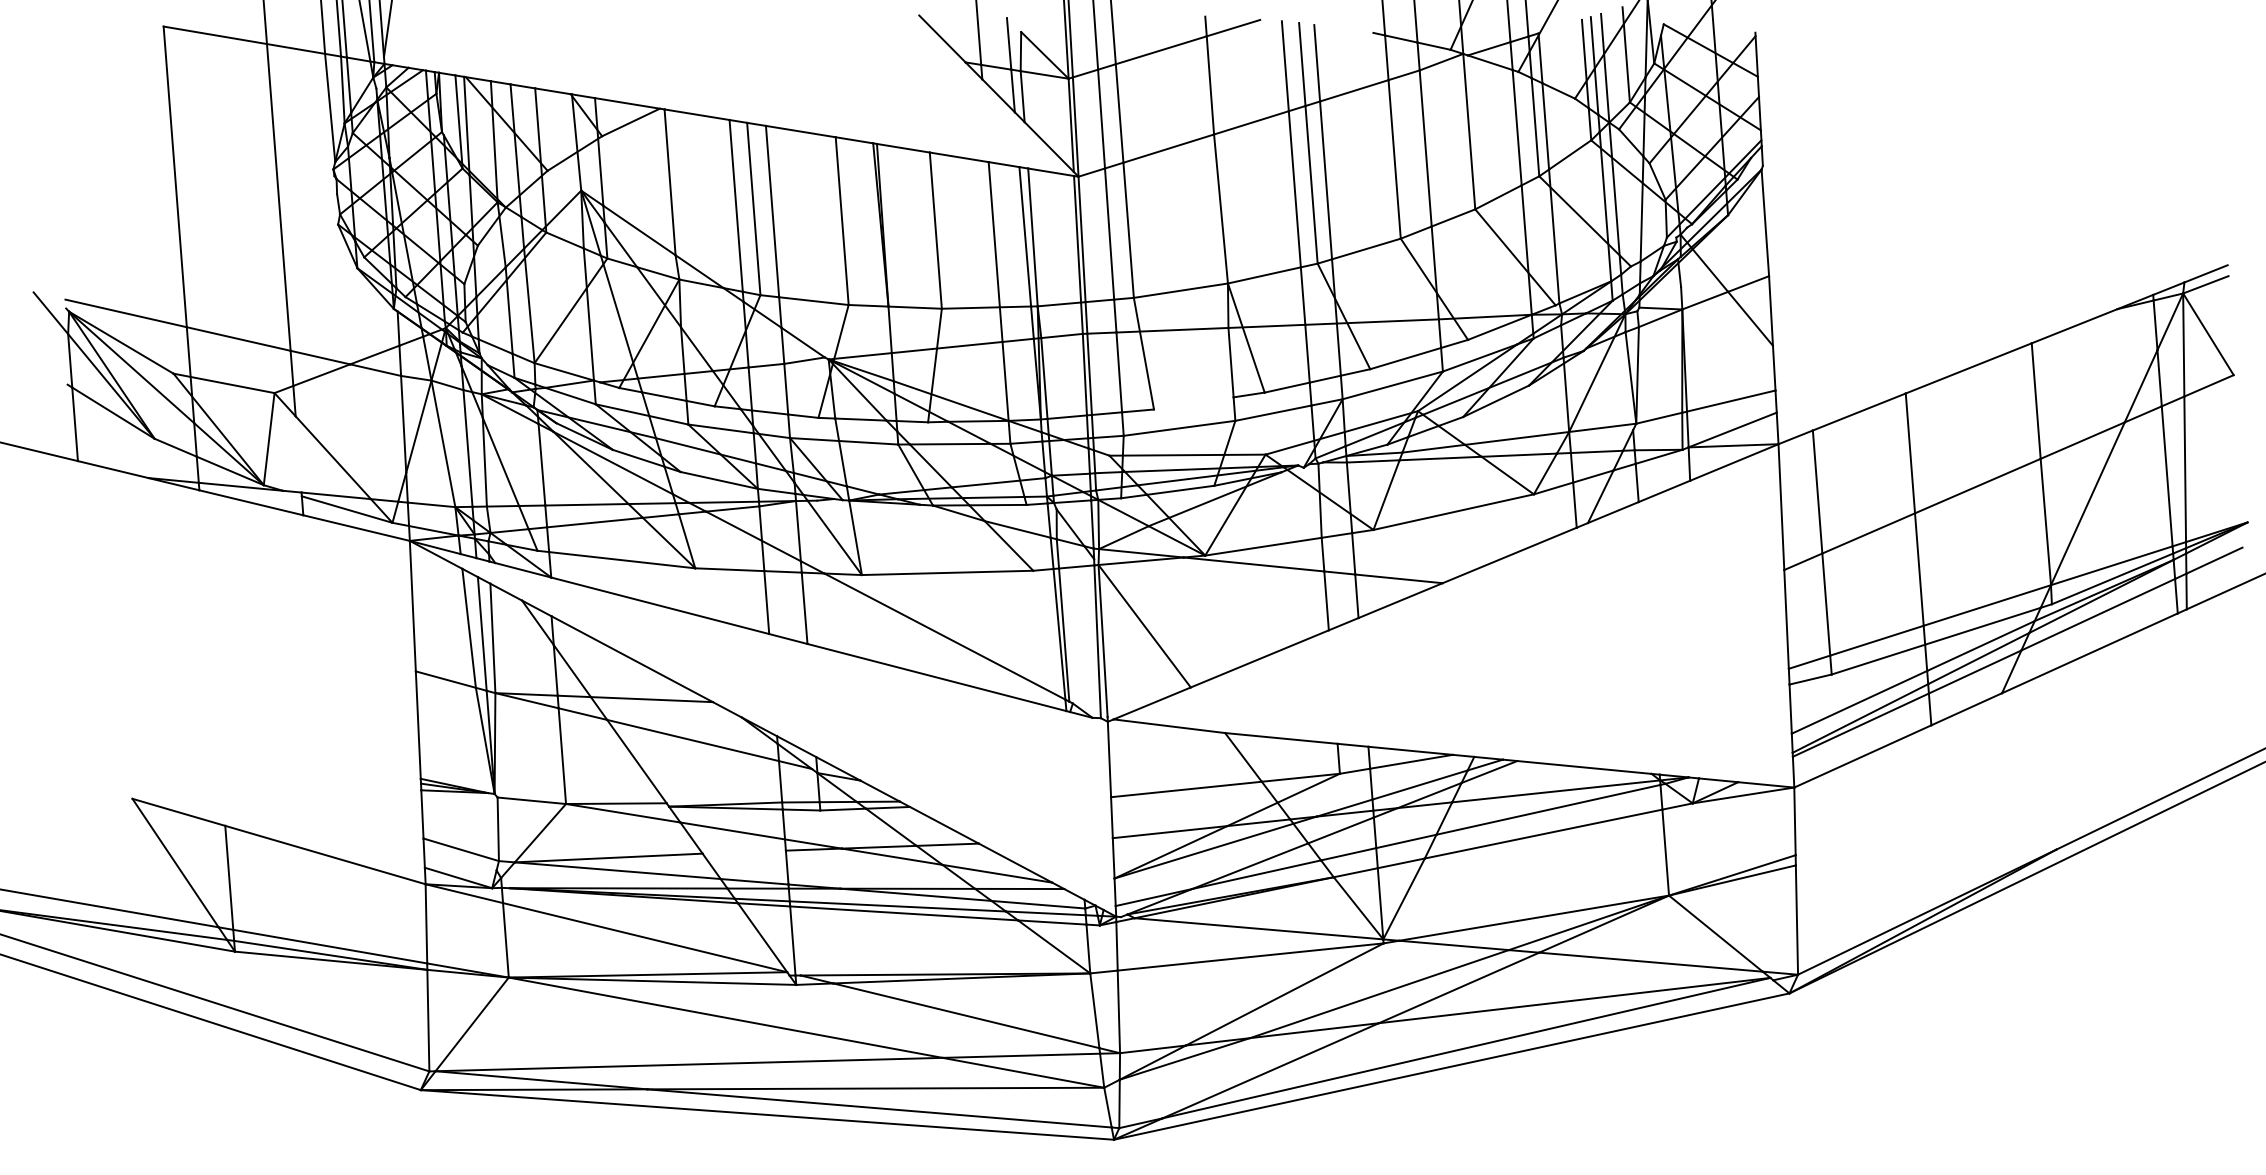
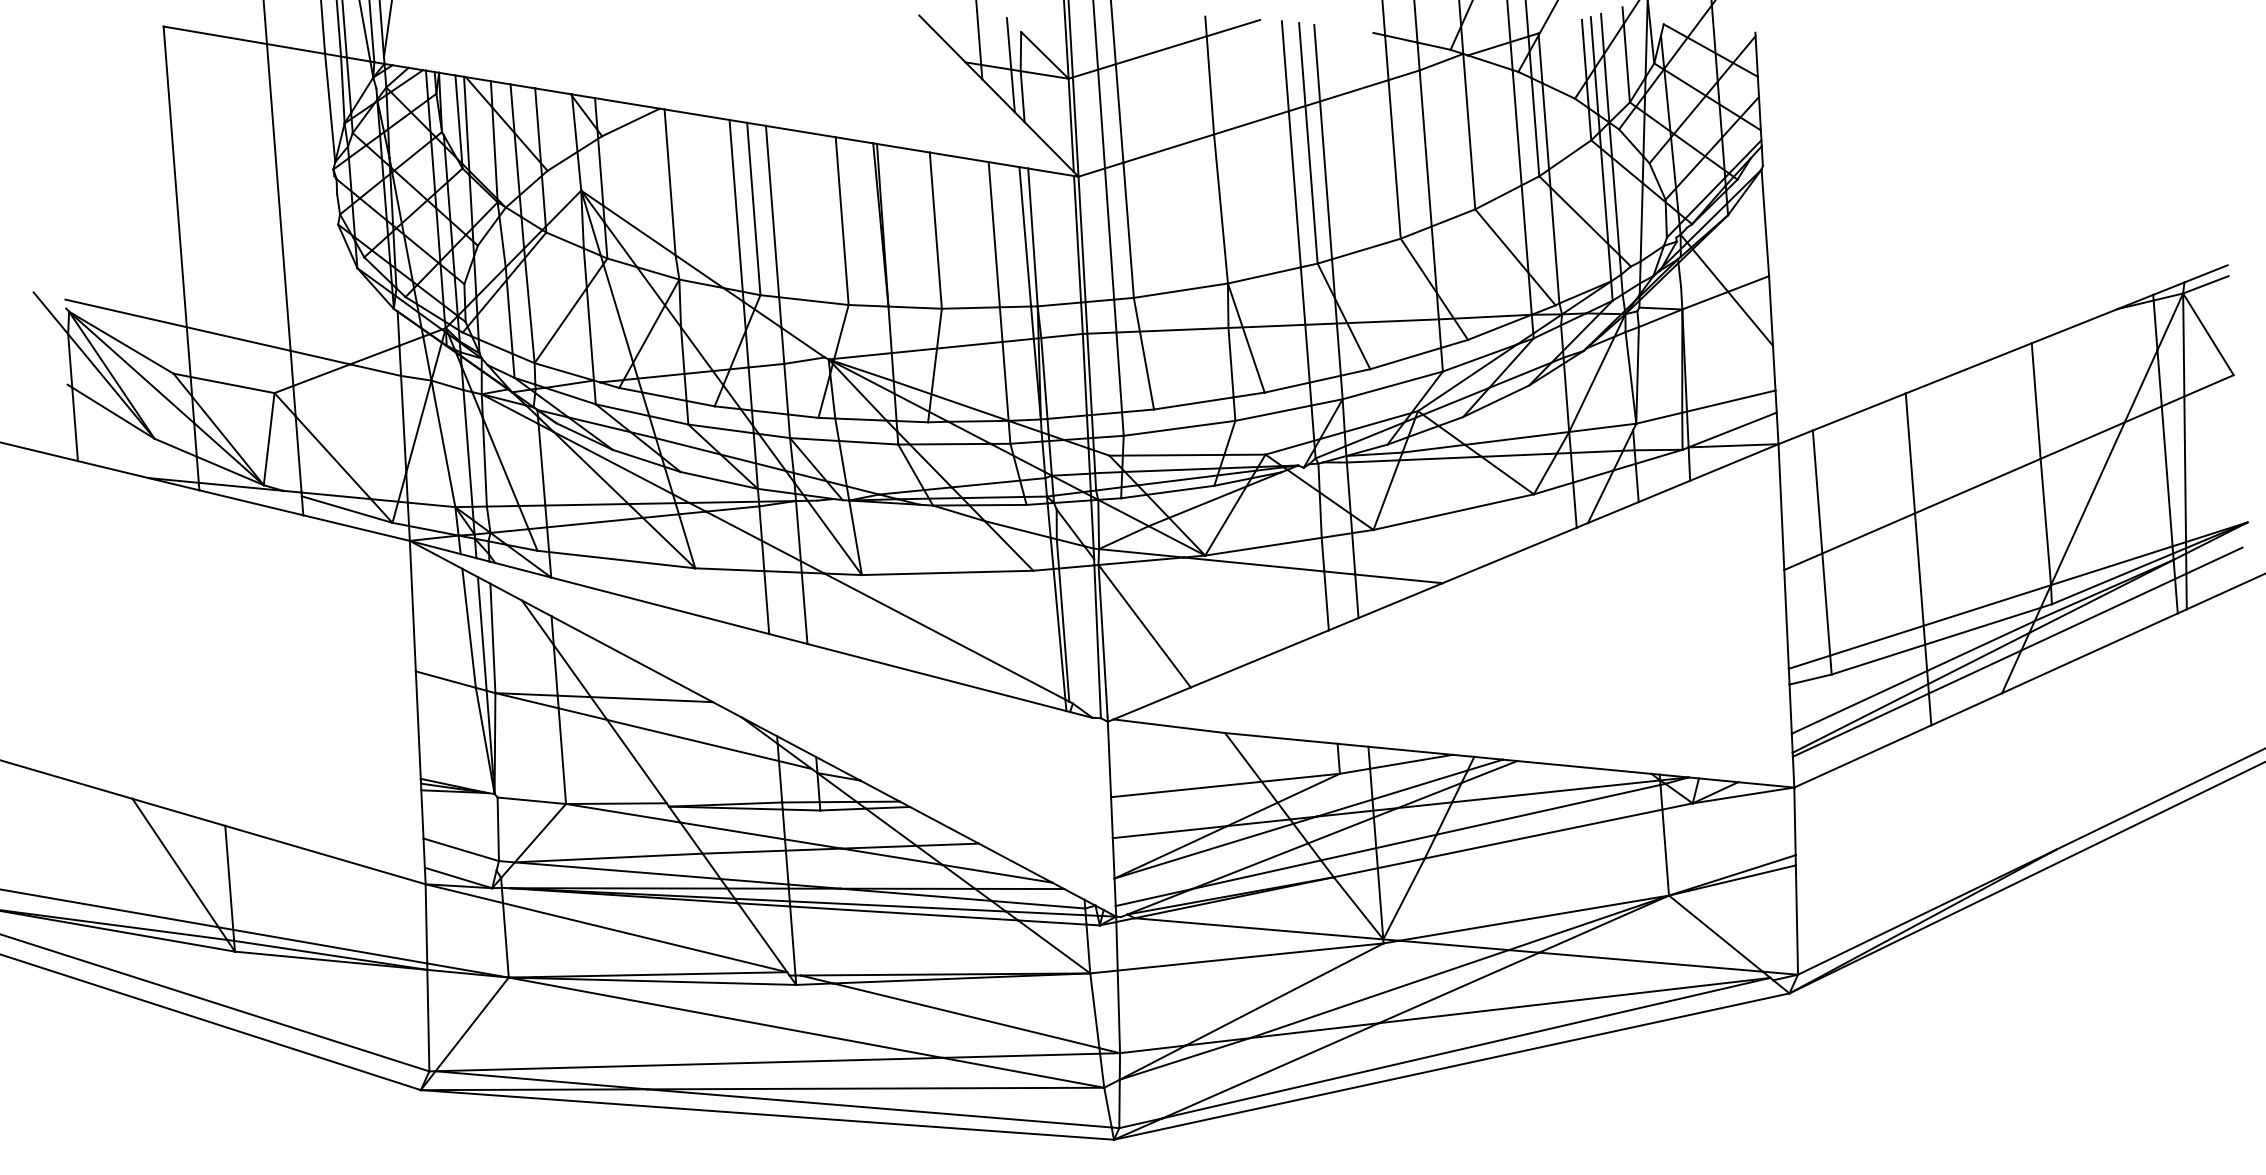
line at (1193, 403): none -> present
line at (298, 454): none -> present
line at (67, 779): none -> present
line at (743, 851): none -> present
